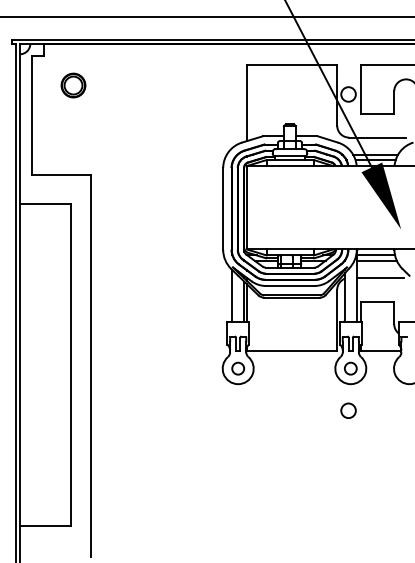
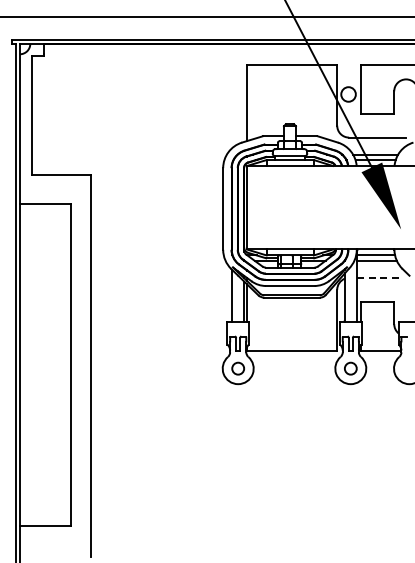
part at (73, 85): present -> none
line at (380, 277): solid -> dashed
circle at (348, 410): present -> none
